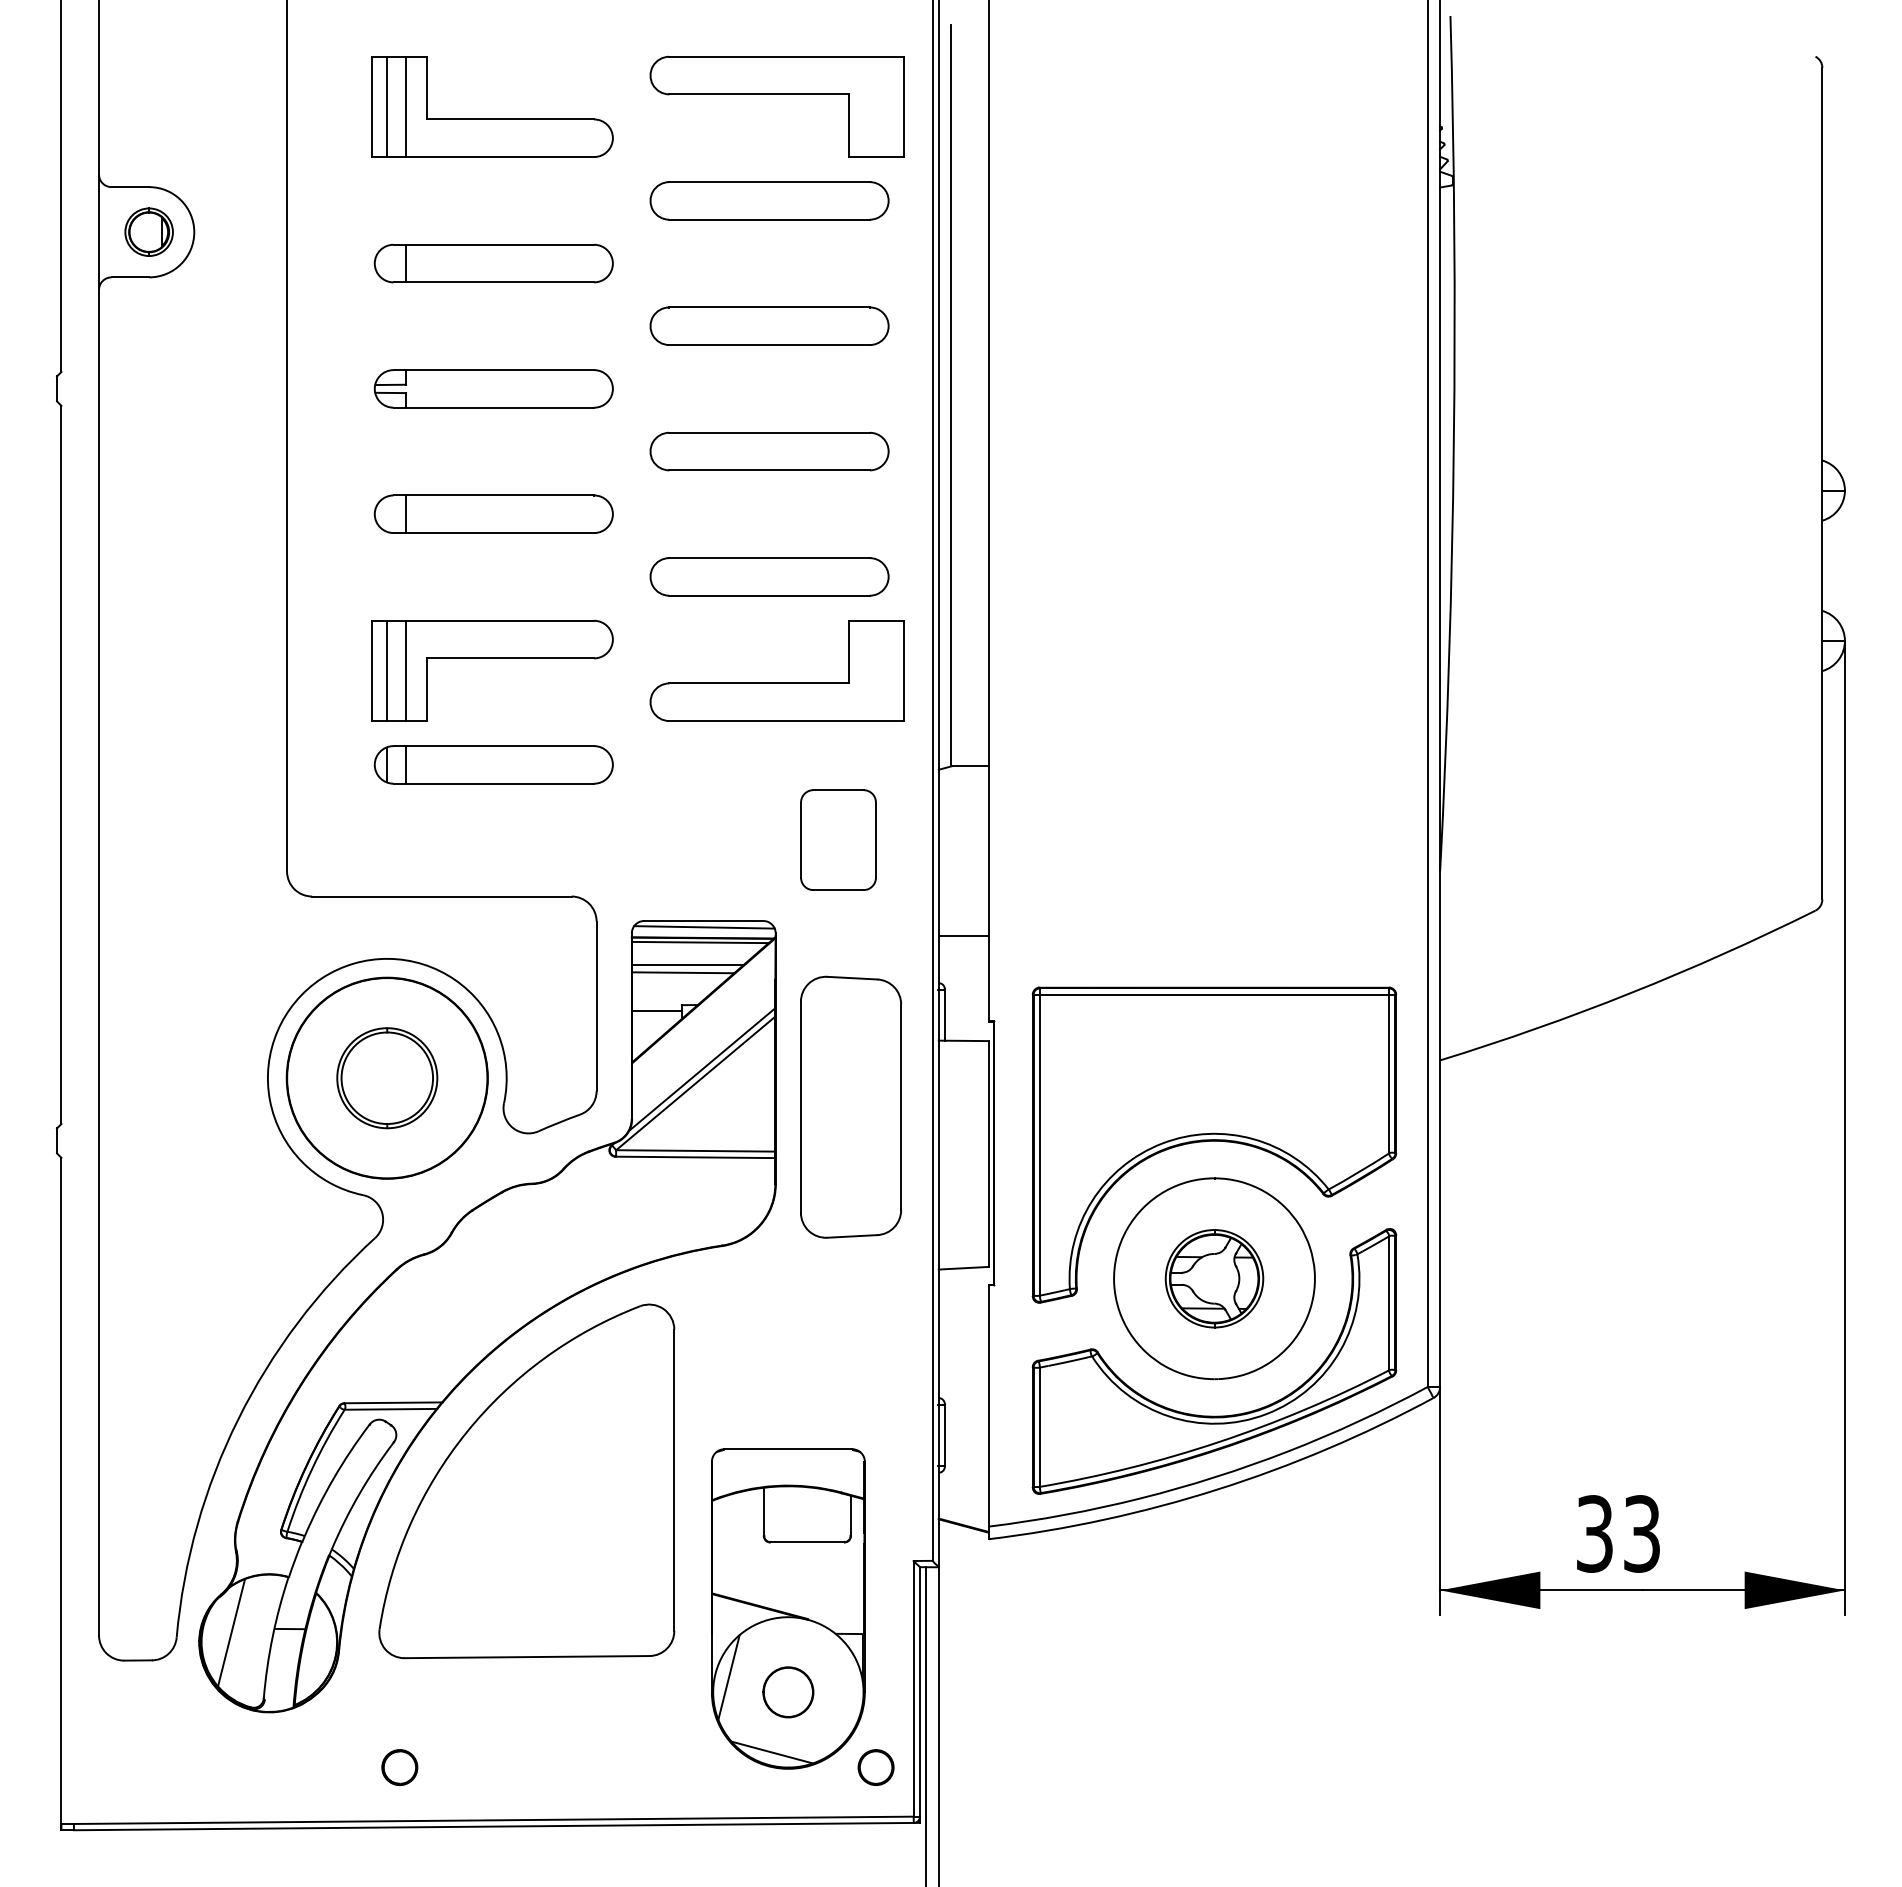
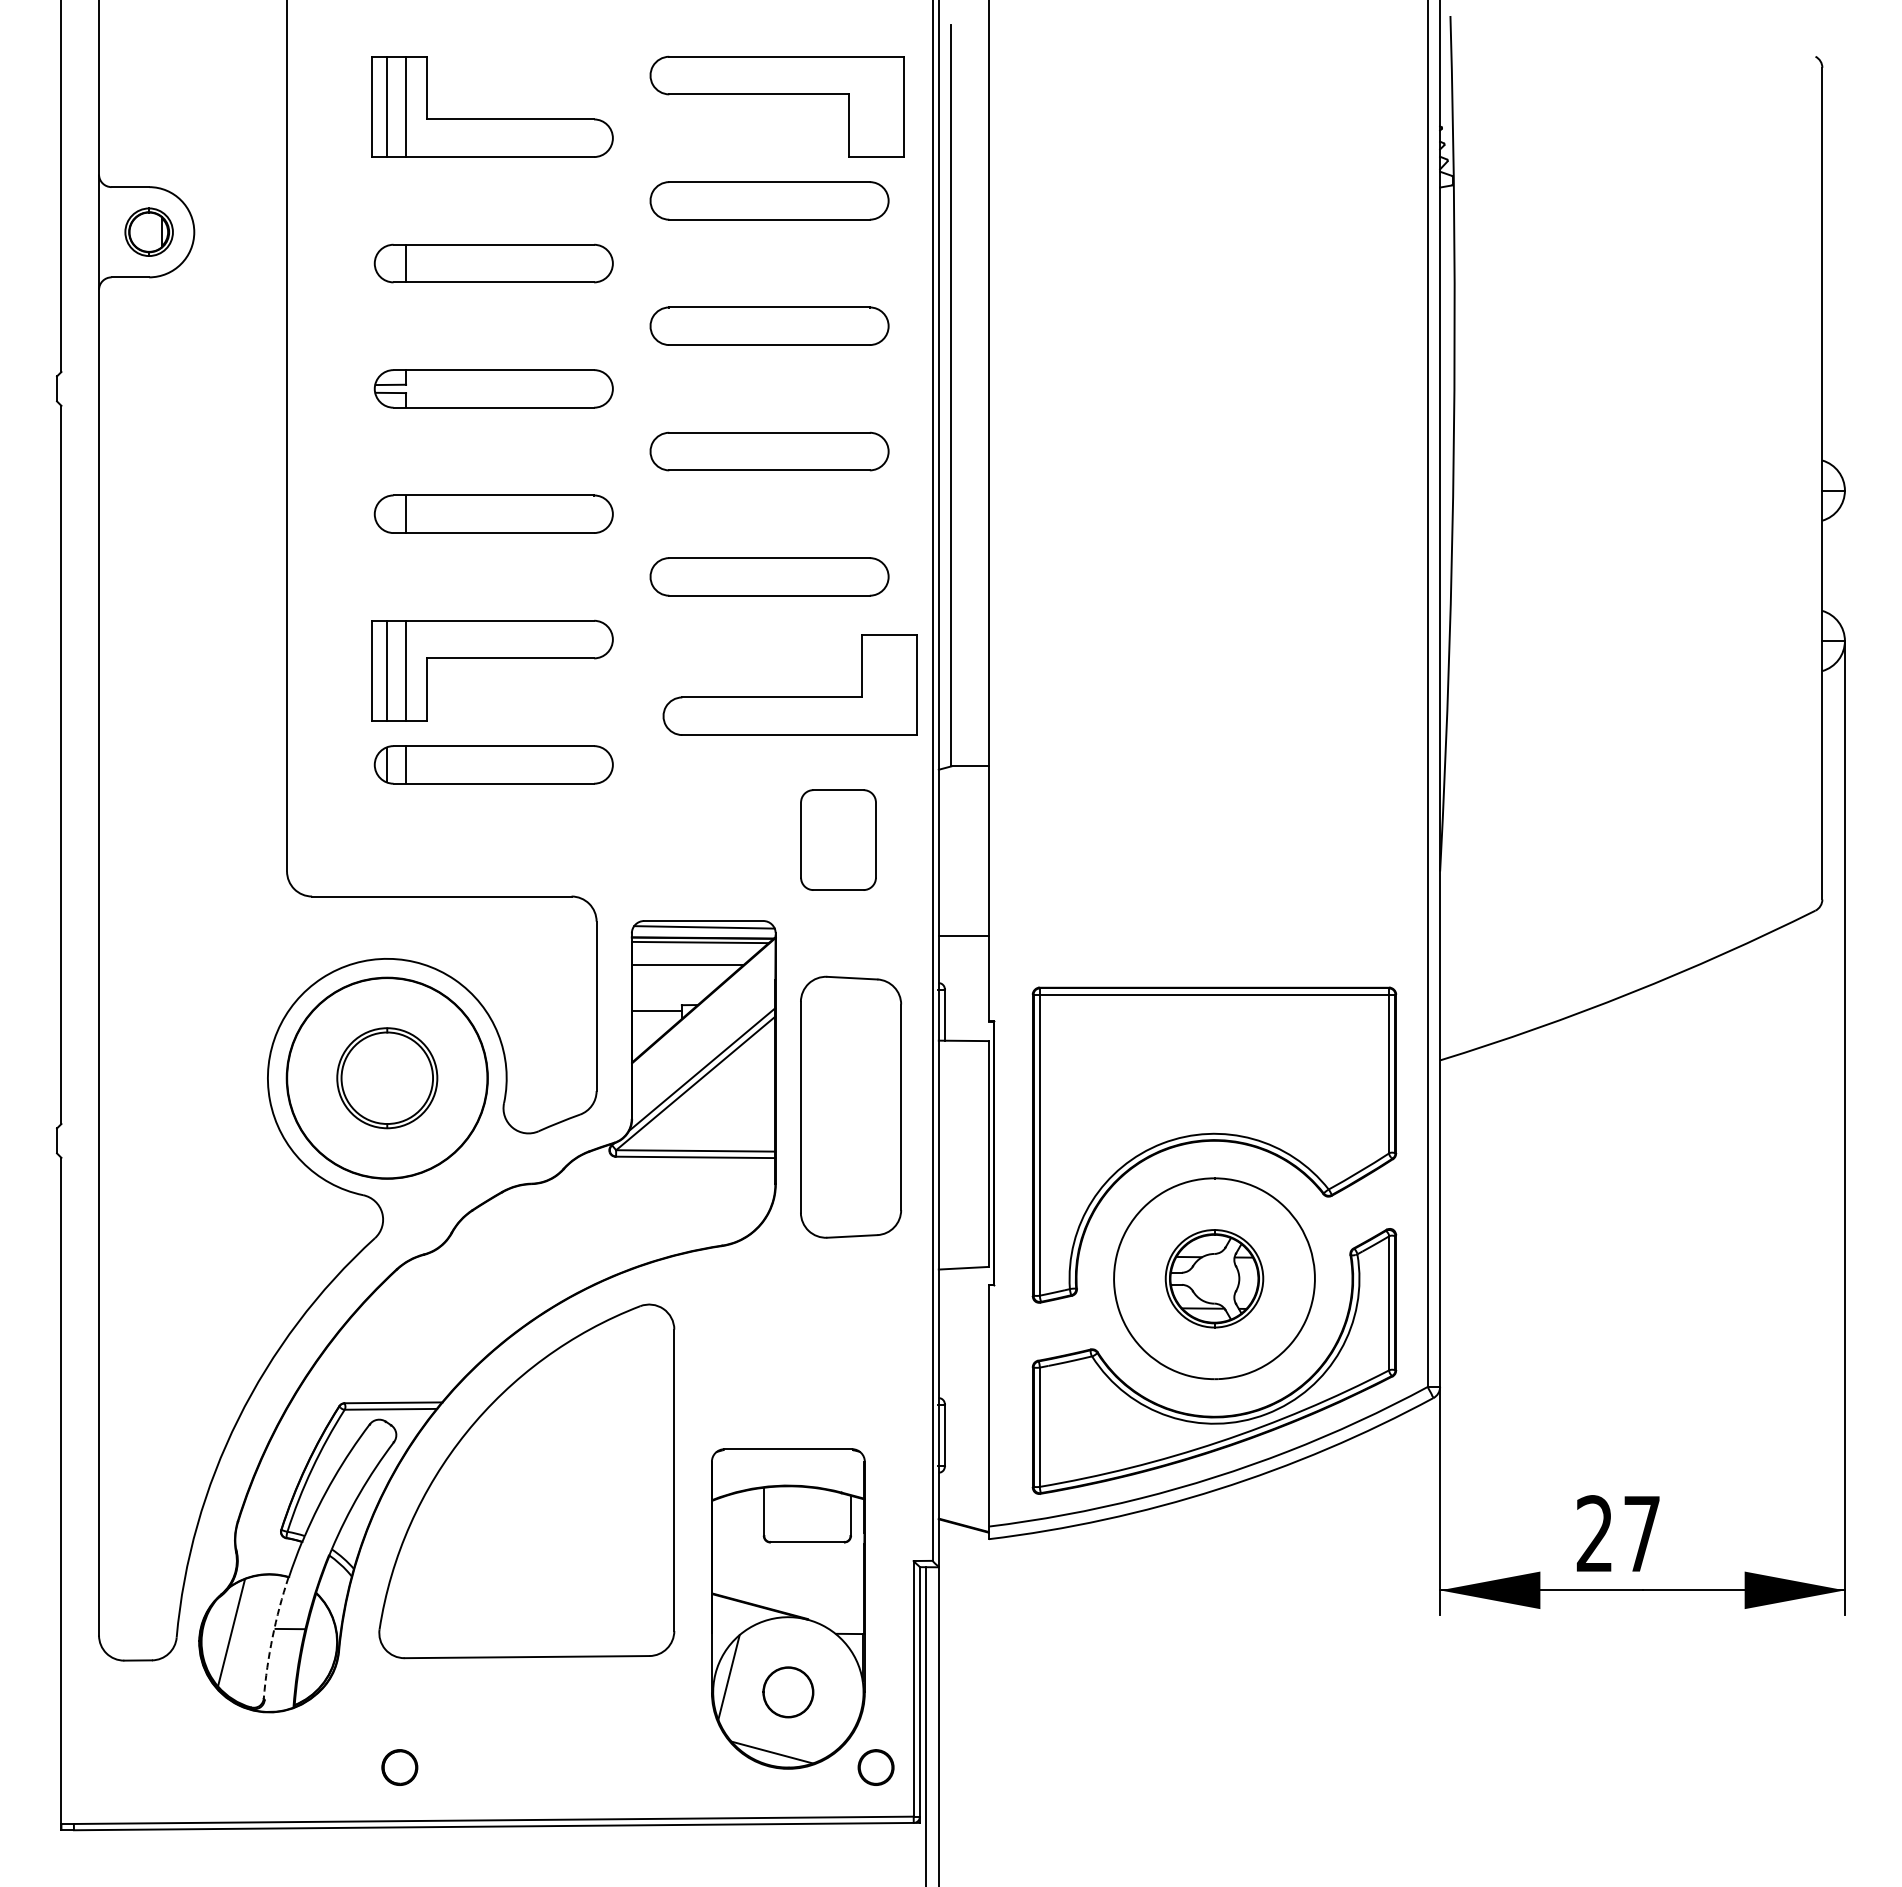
part at (776, 682) position: (776, 682) -> (789, 696)
line at (683, 972): present -> none
text at (1617, 1533): 33 -> 27
arc at (272, 1637): solid -> dashed
